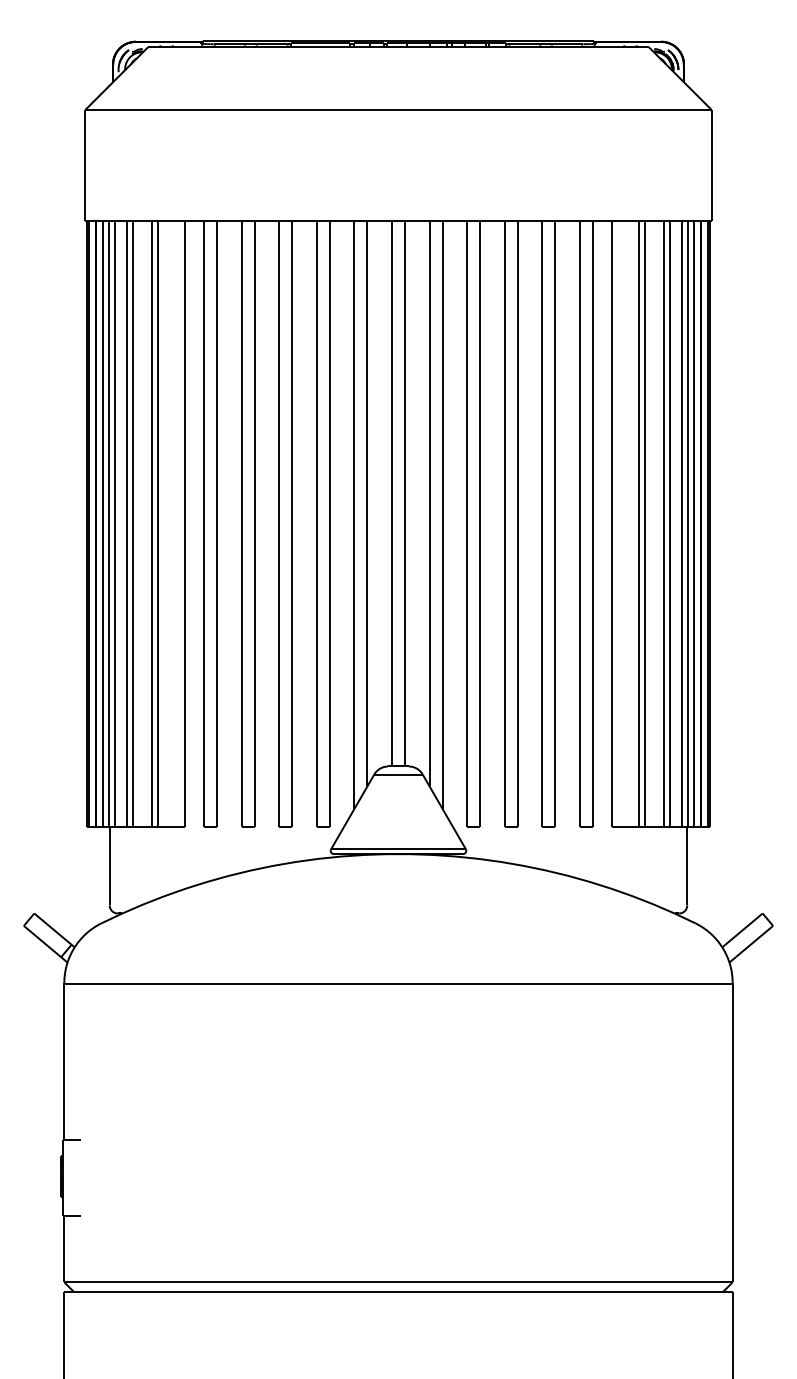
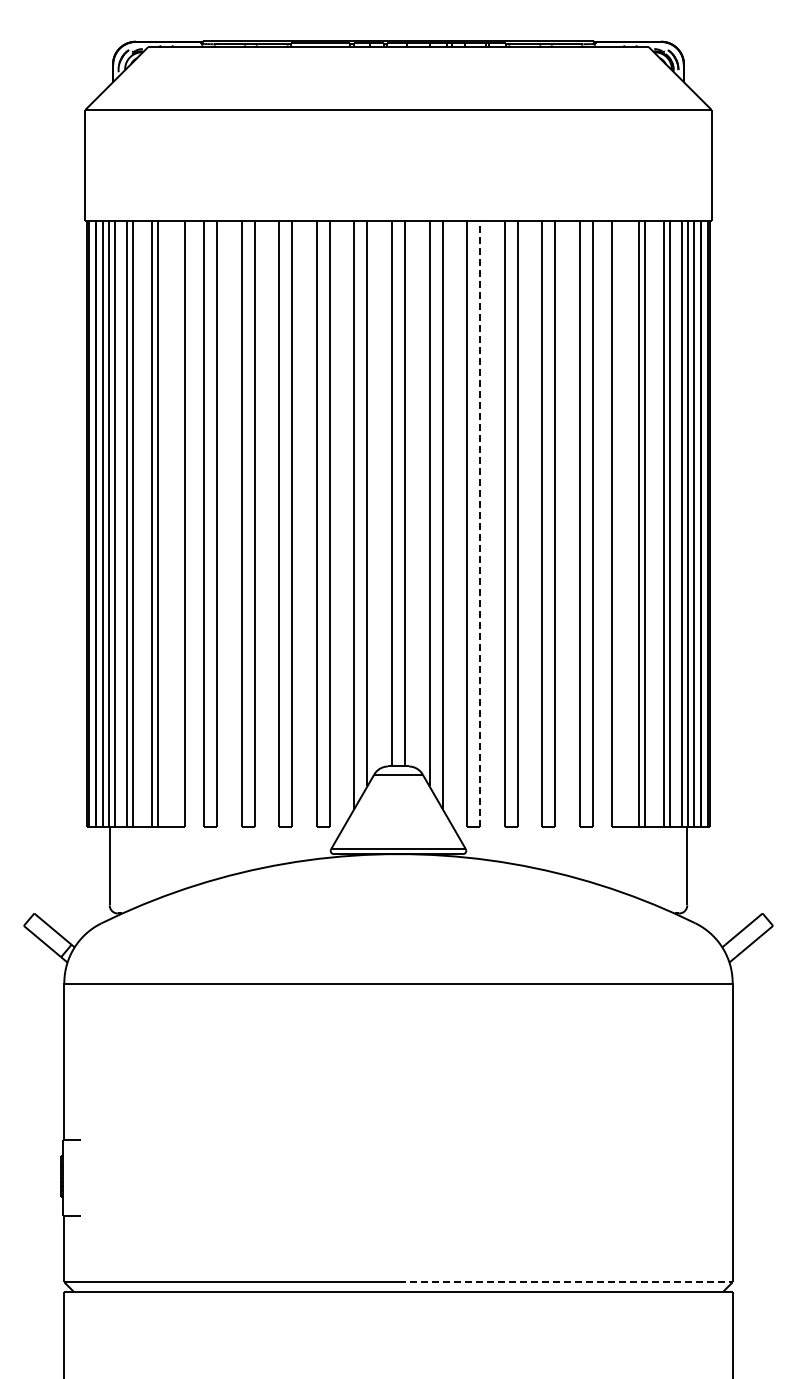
line at (480, 523): solid -> dashed
line at (566, 1282): solid -> dashed
